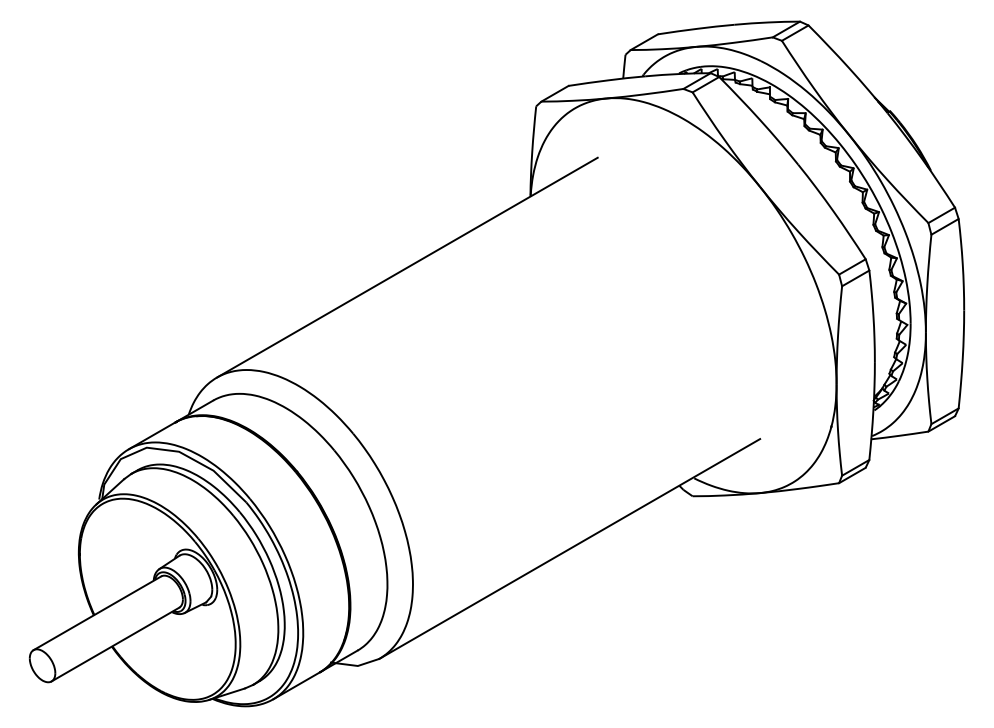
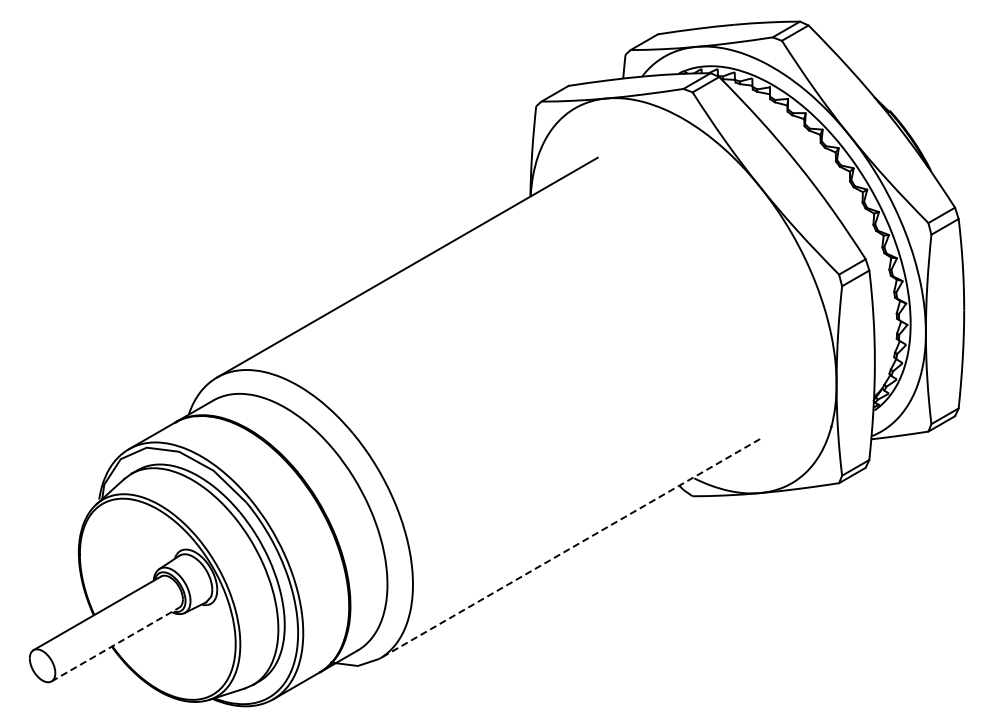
line at (569, 548): solid -> dashed
line at (115, 644): solid -> dashed
